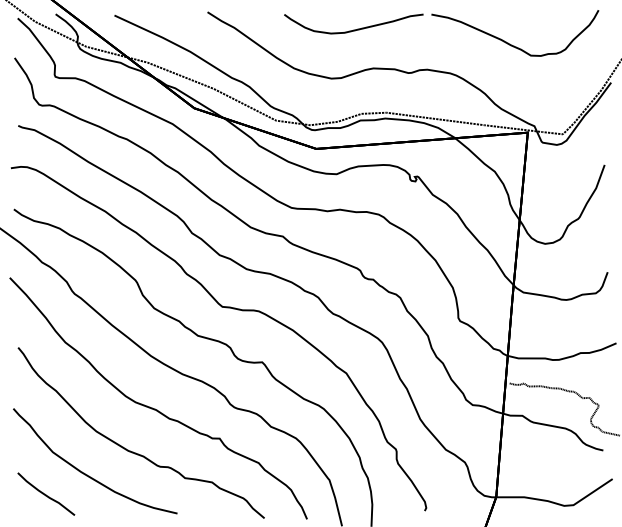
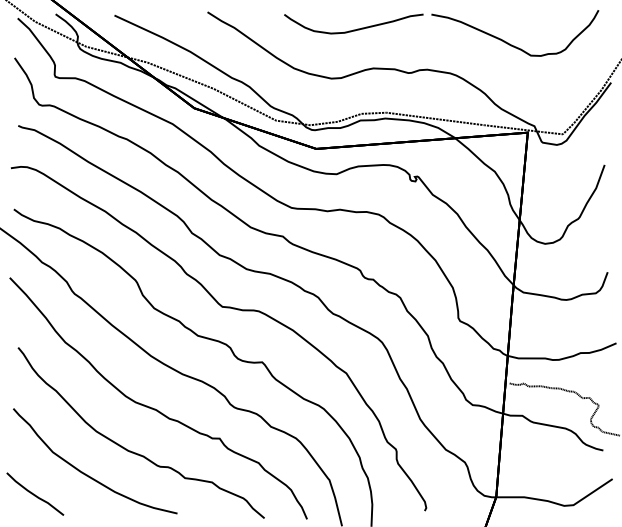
part at (46, 493) position: (46, 493) -> (35, 493)
